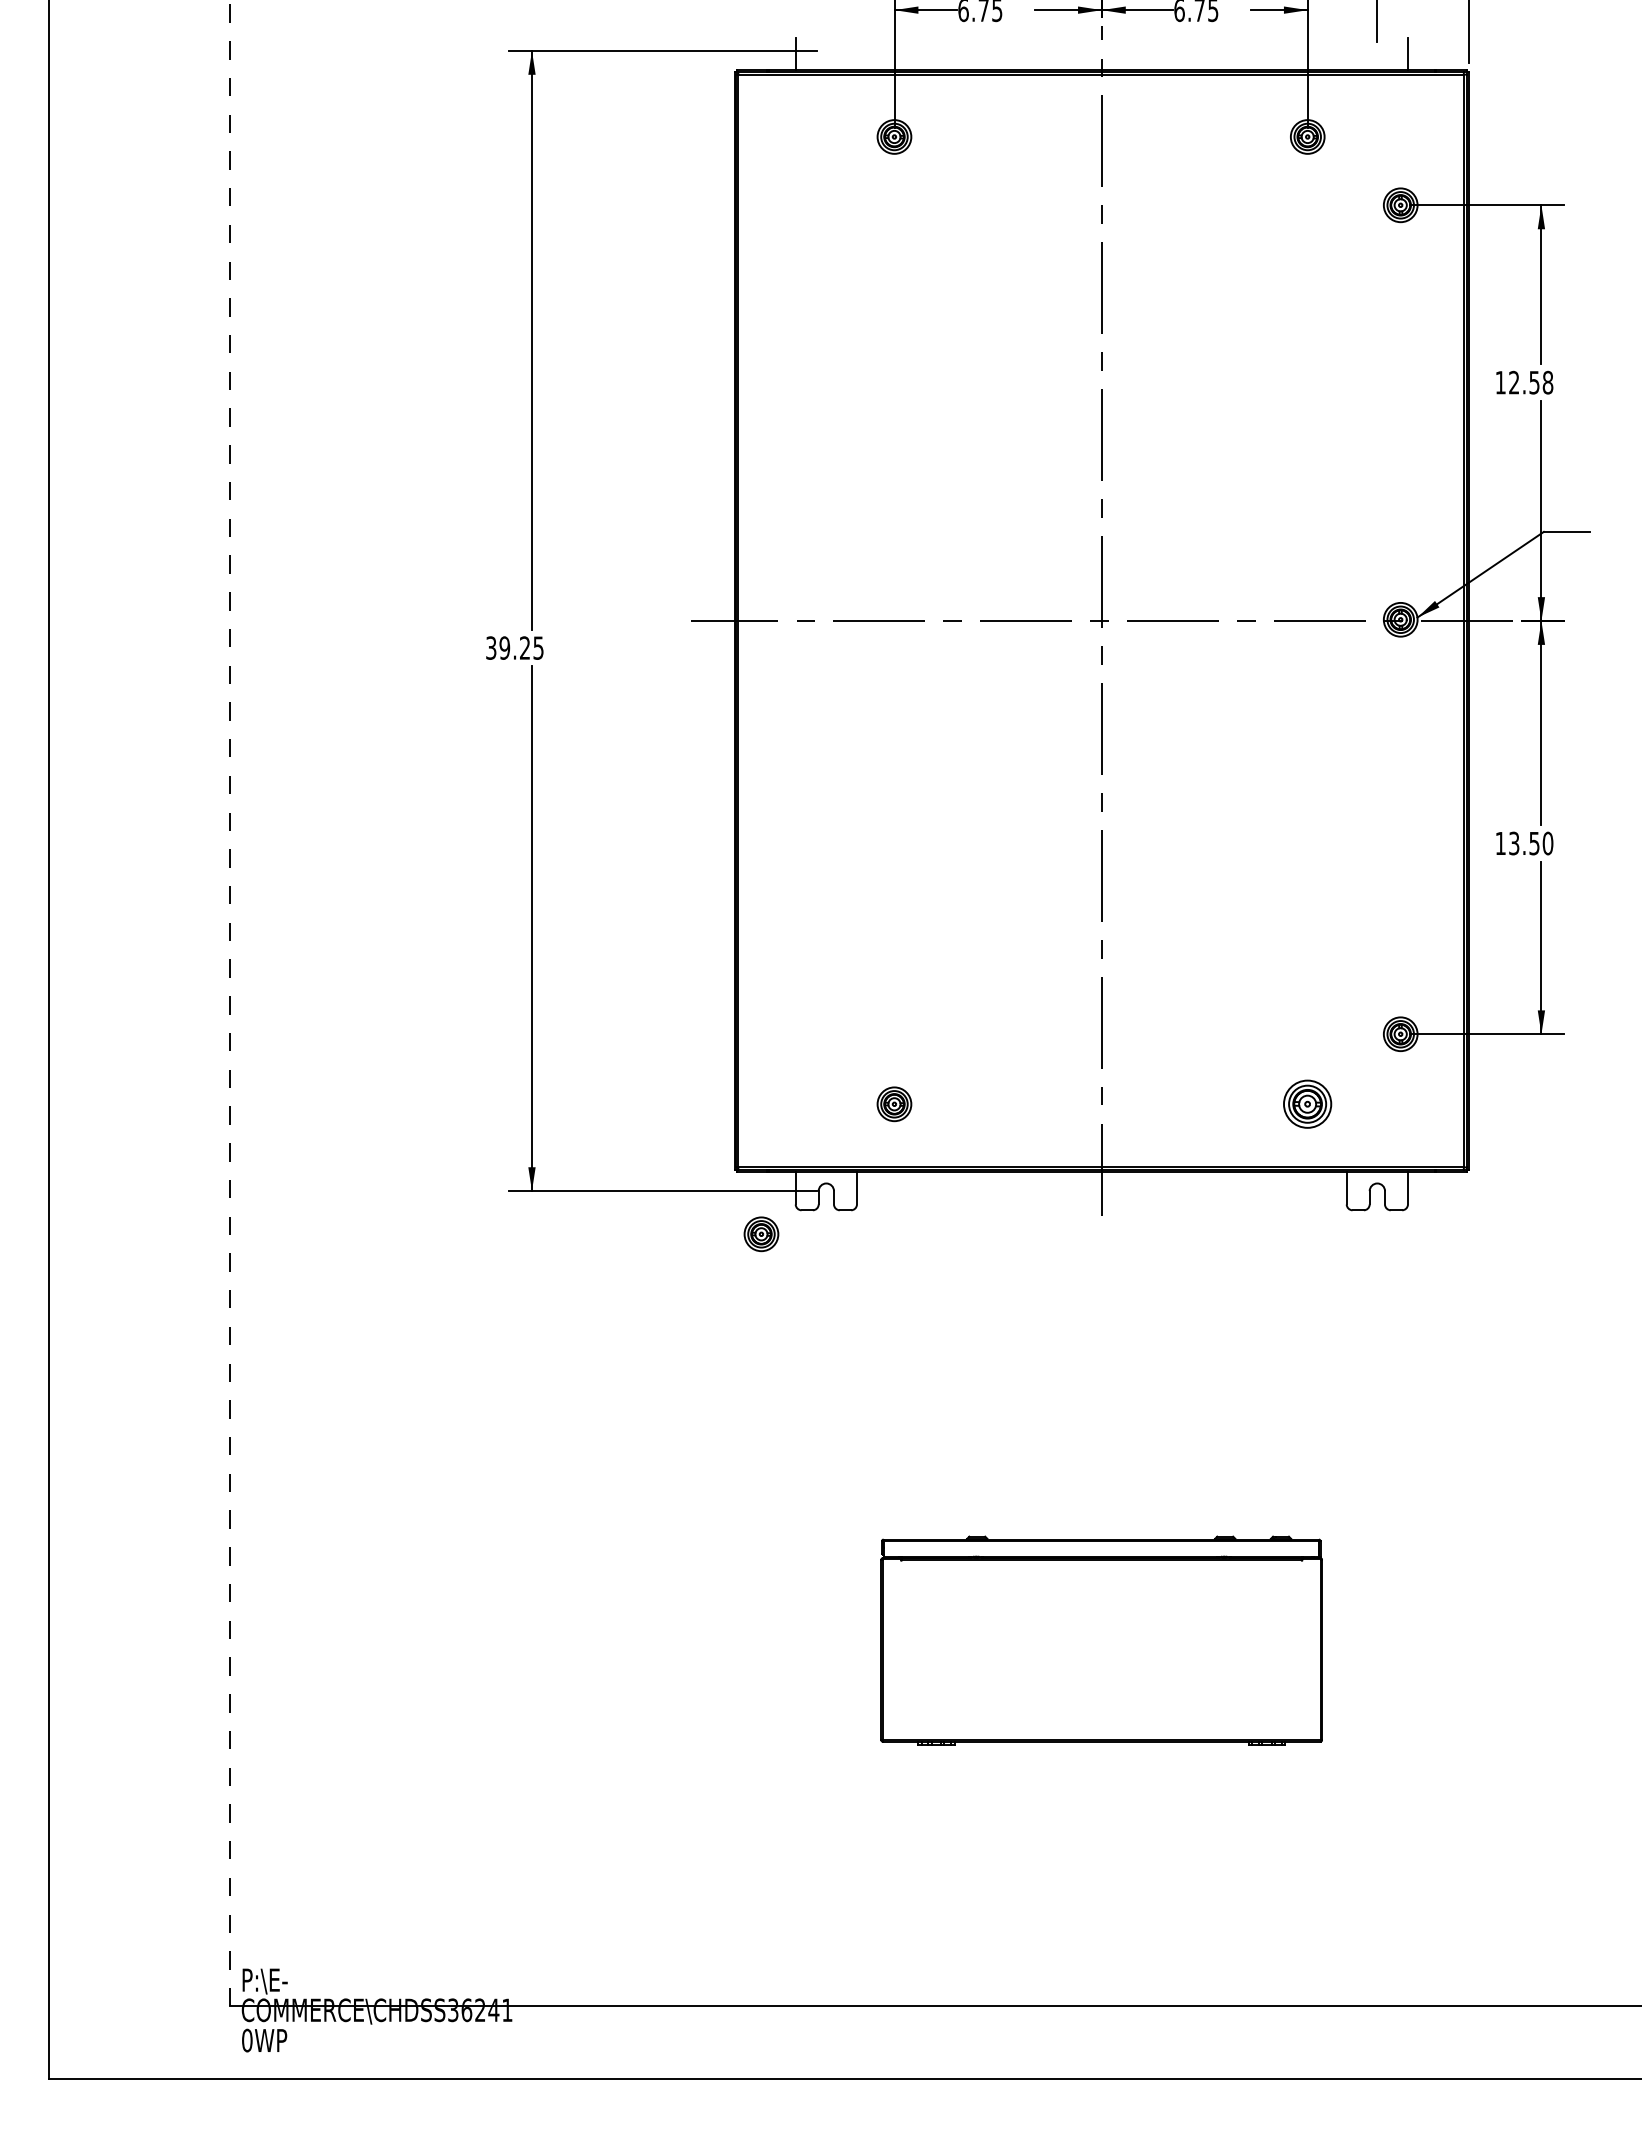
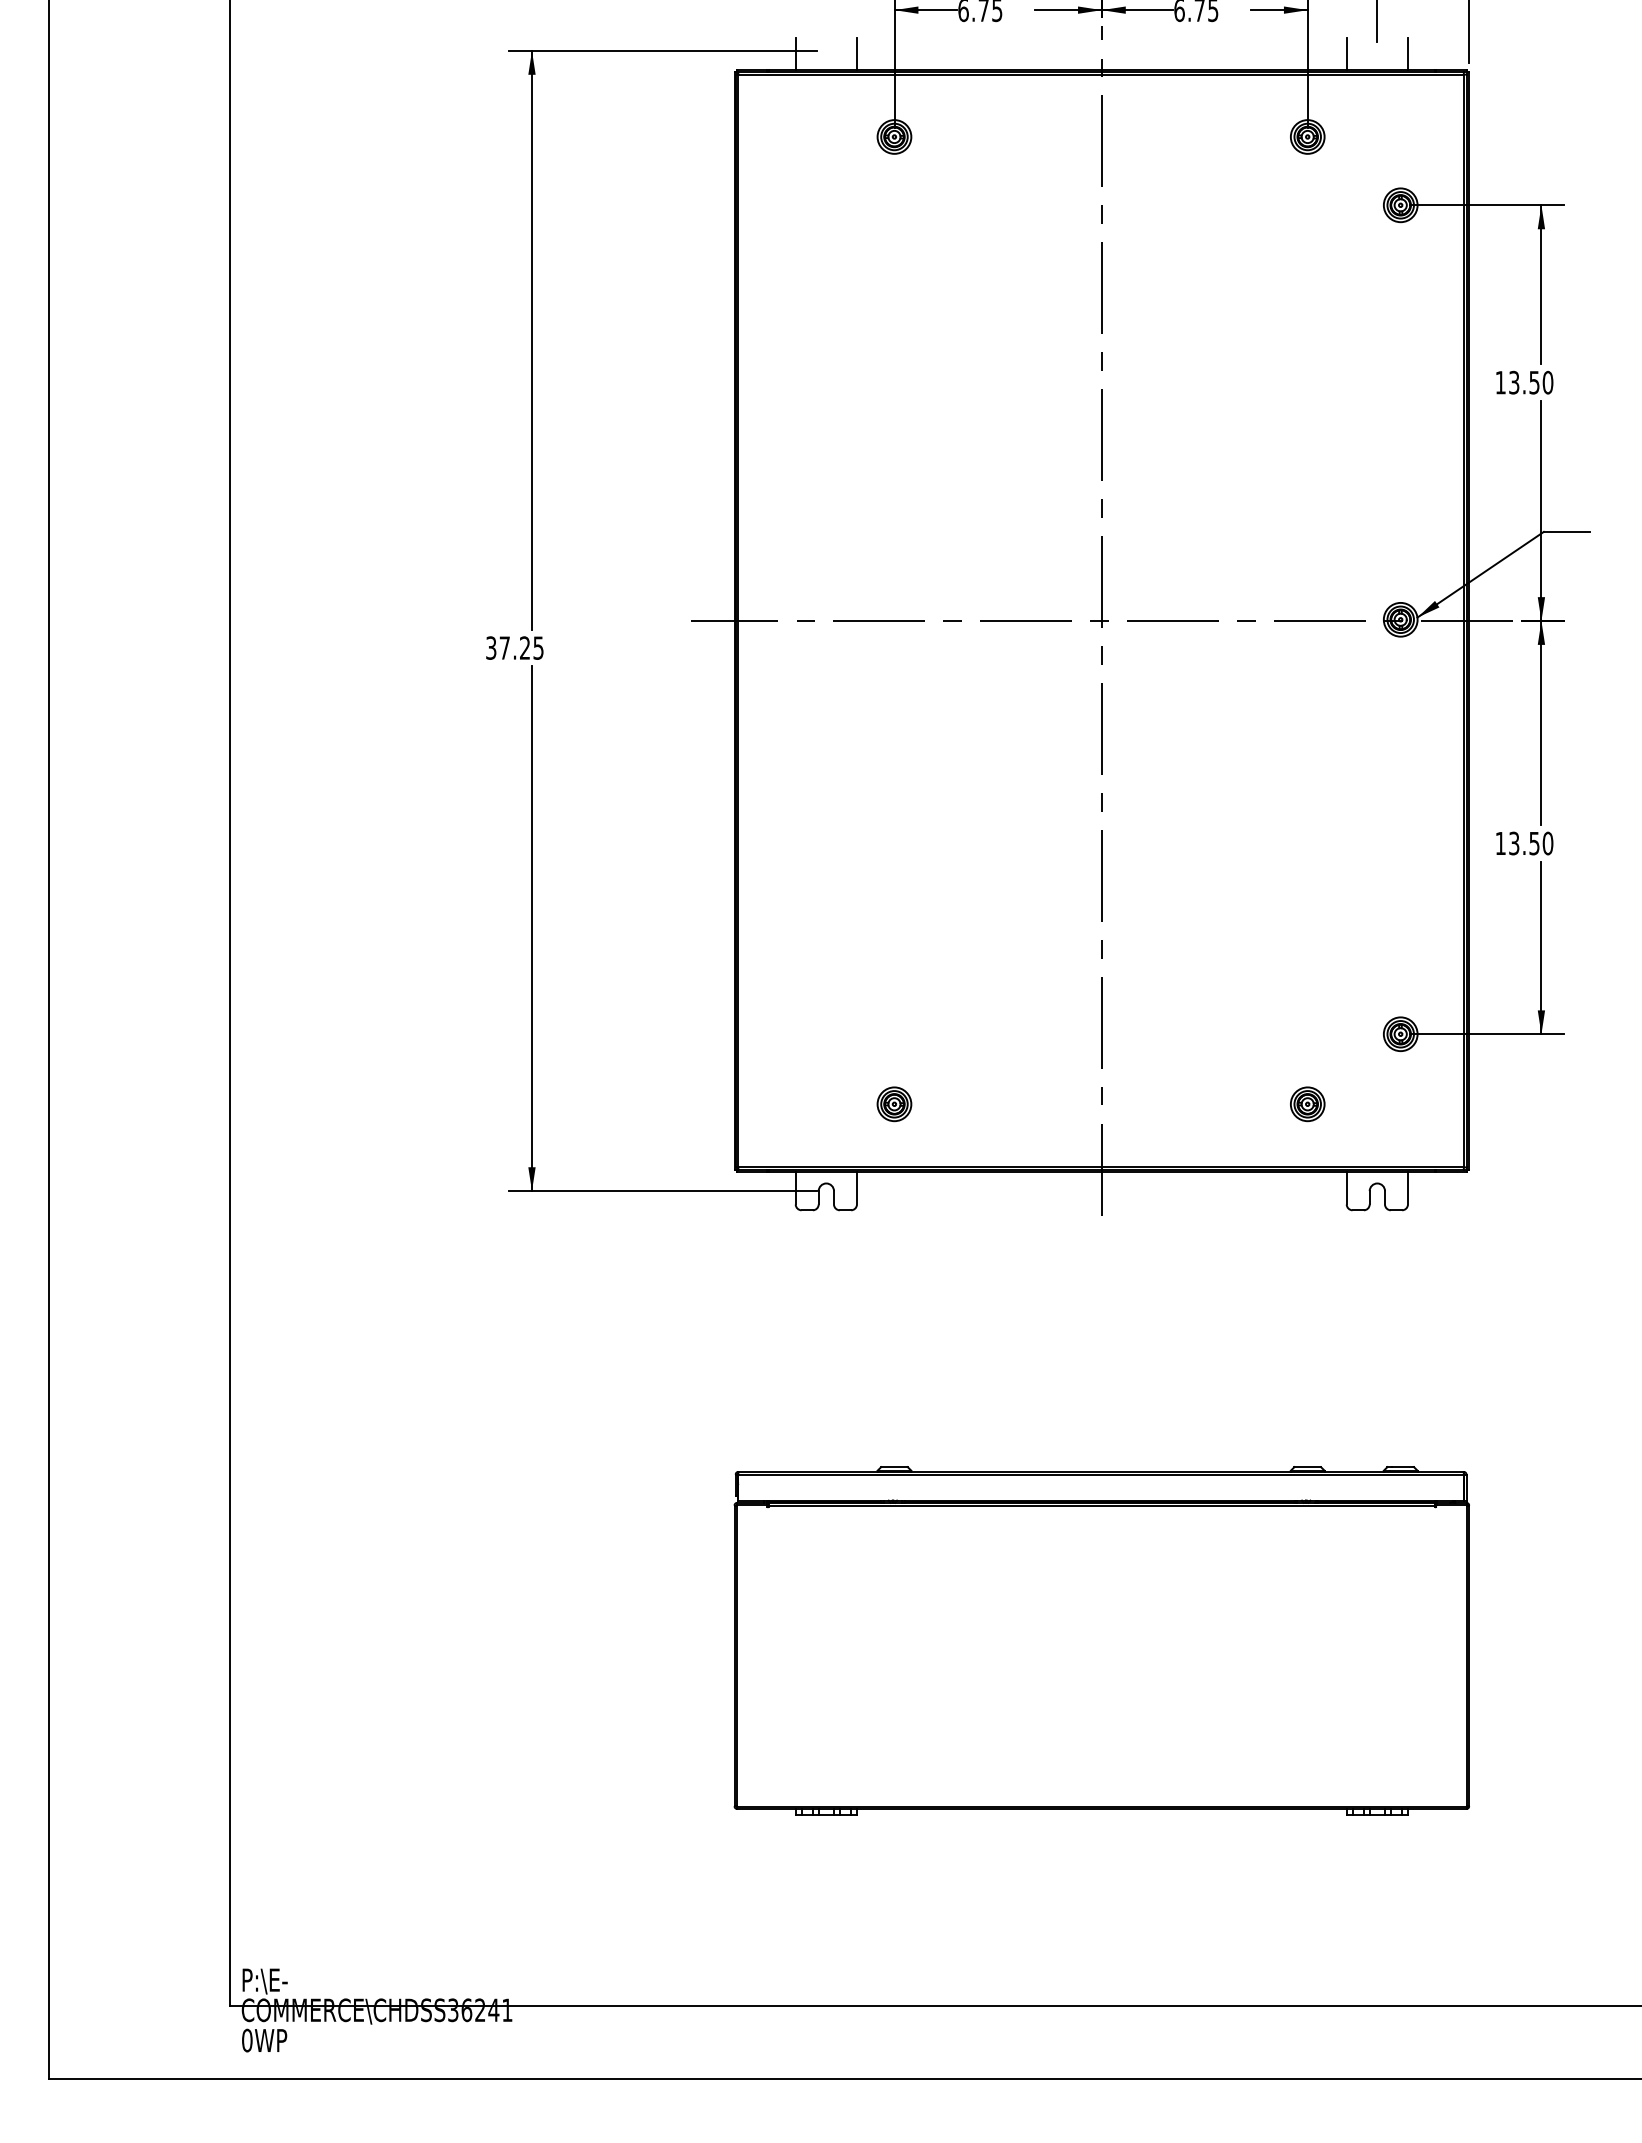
line at (856, 53): none -> present
line at (1346, 53): none -> present
text at (1531, 382): 12.58 -> 13.50
text at (504, 647): 39.25 -> 37.25
line at (229, 1003): dashed -> solid
part at (1307, 1103) size: 50x50 px -> 36x37 px
part at (761, 1234): present -> none
part at (1101, 1640) size: 443x211 px -> 737x350 px
